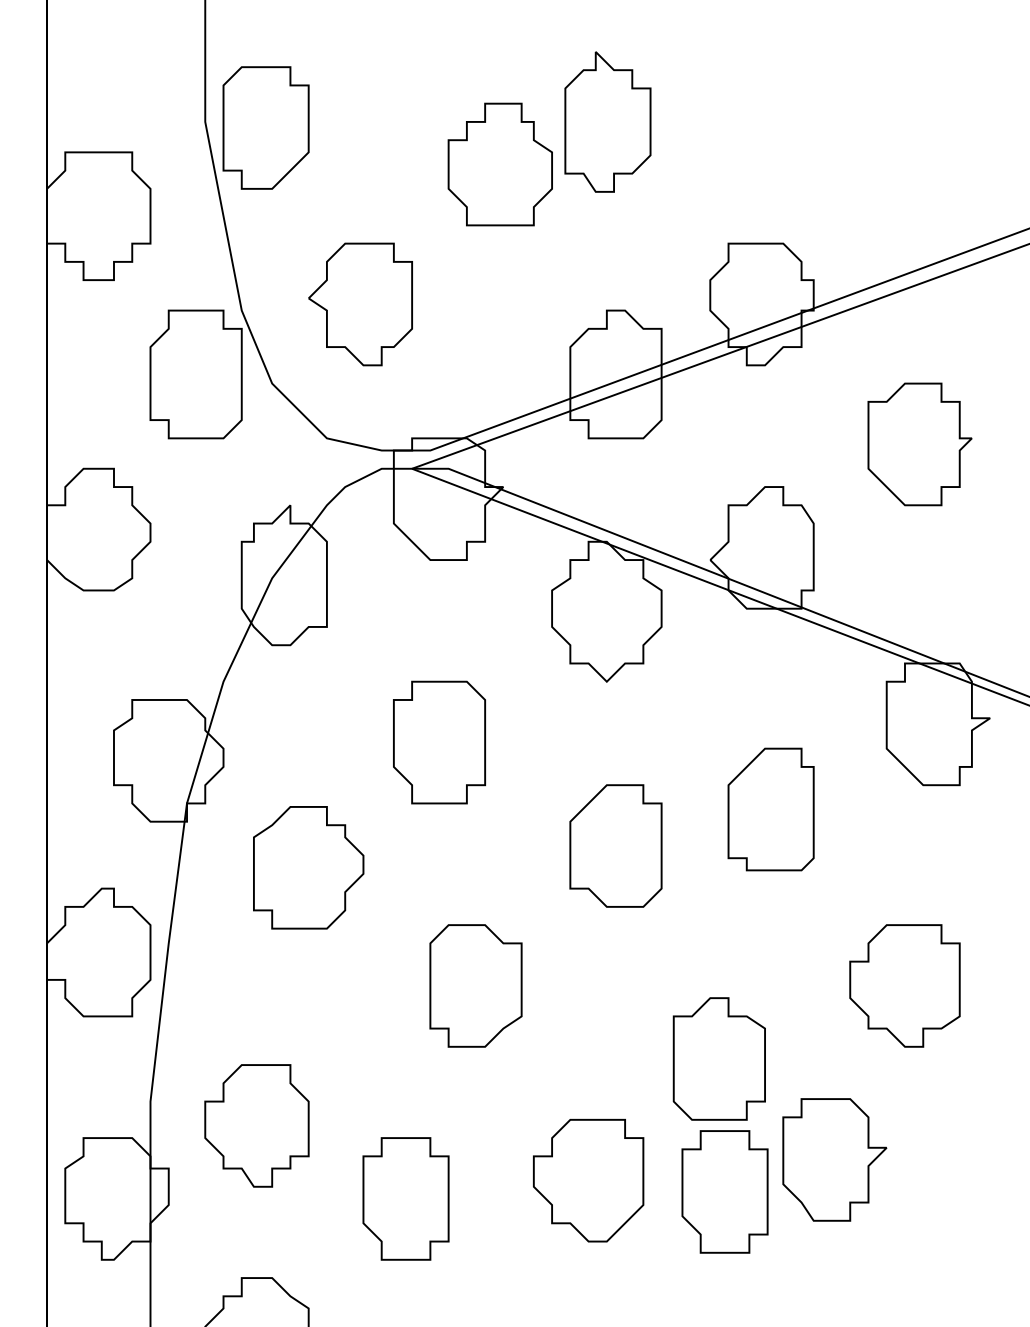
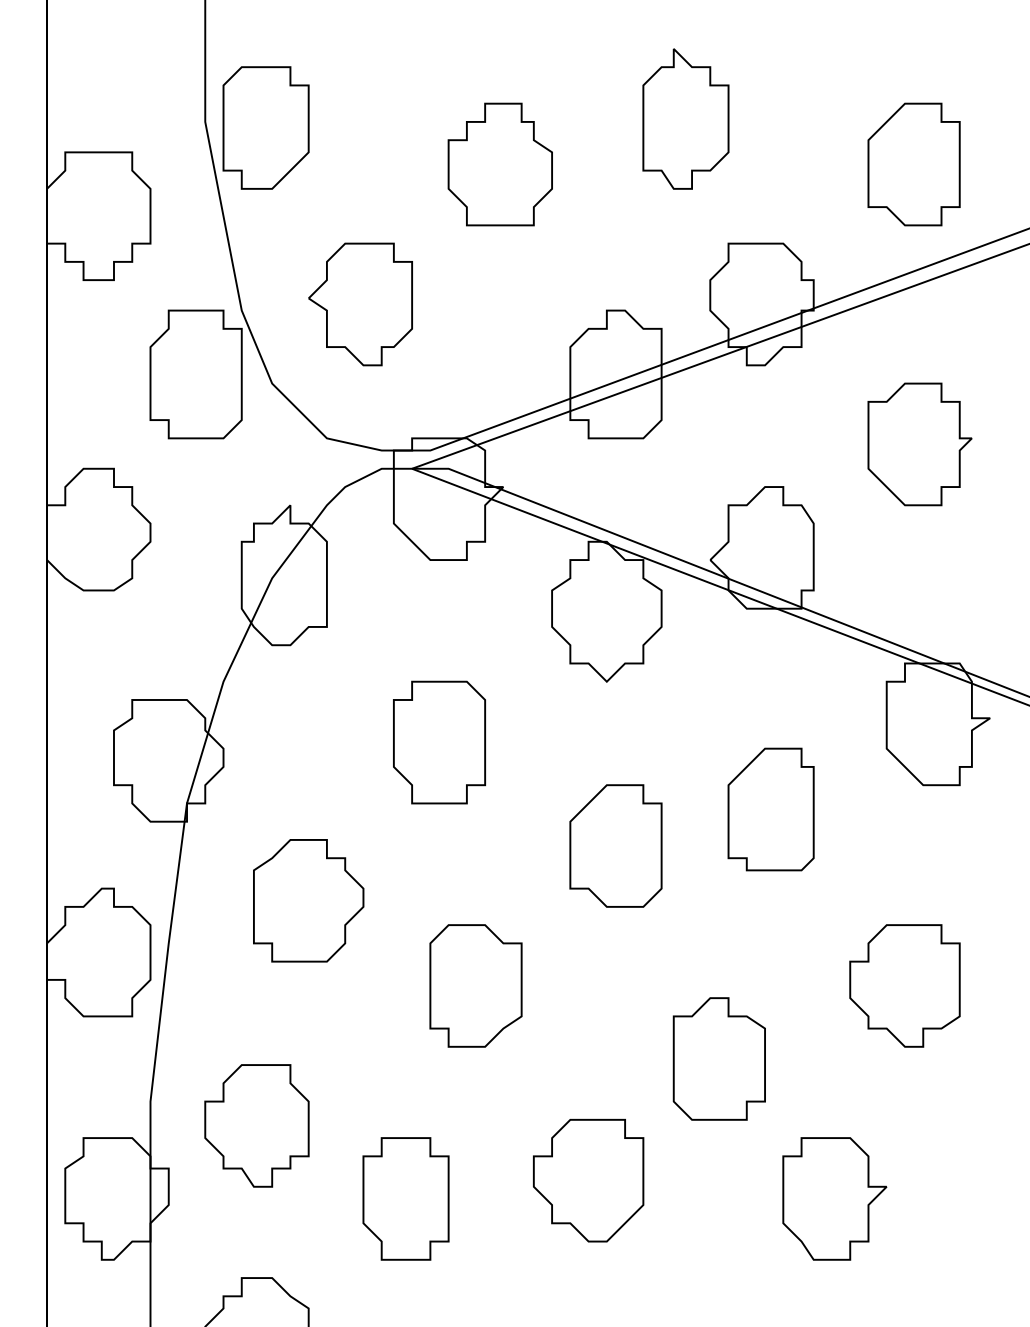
part at (607, 121) position: (607, 121) -> (685, 118)
part at (913, 164): none -> present
part at (308, 867) position: (308, 867) -> (308, 900)
part at (834, 1159) position: (834, 1159) -> (834, 1198)
part at (724, 1191): present -> none
